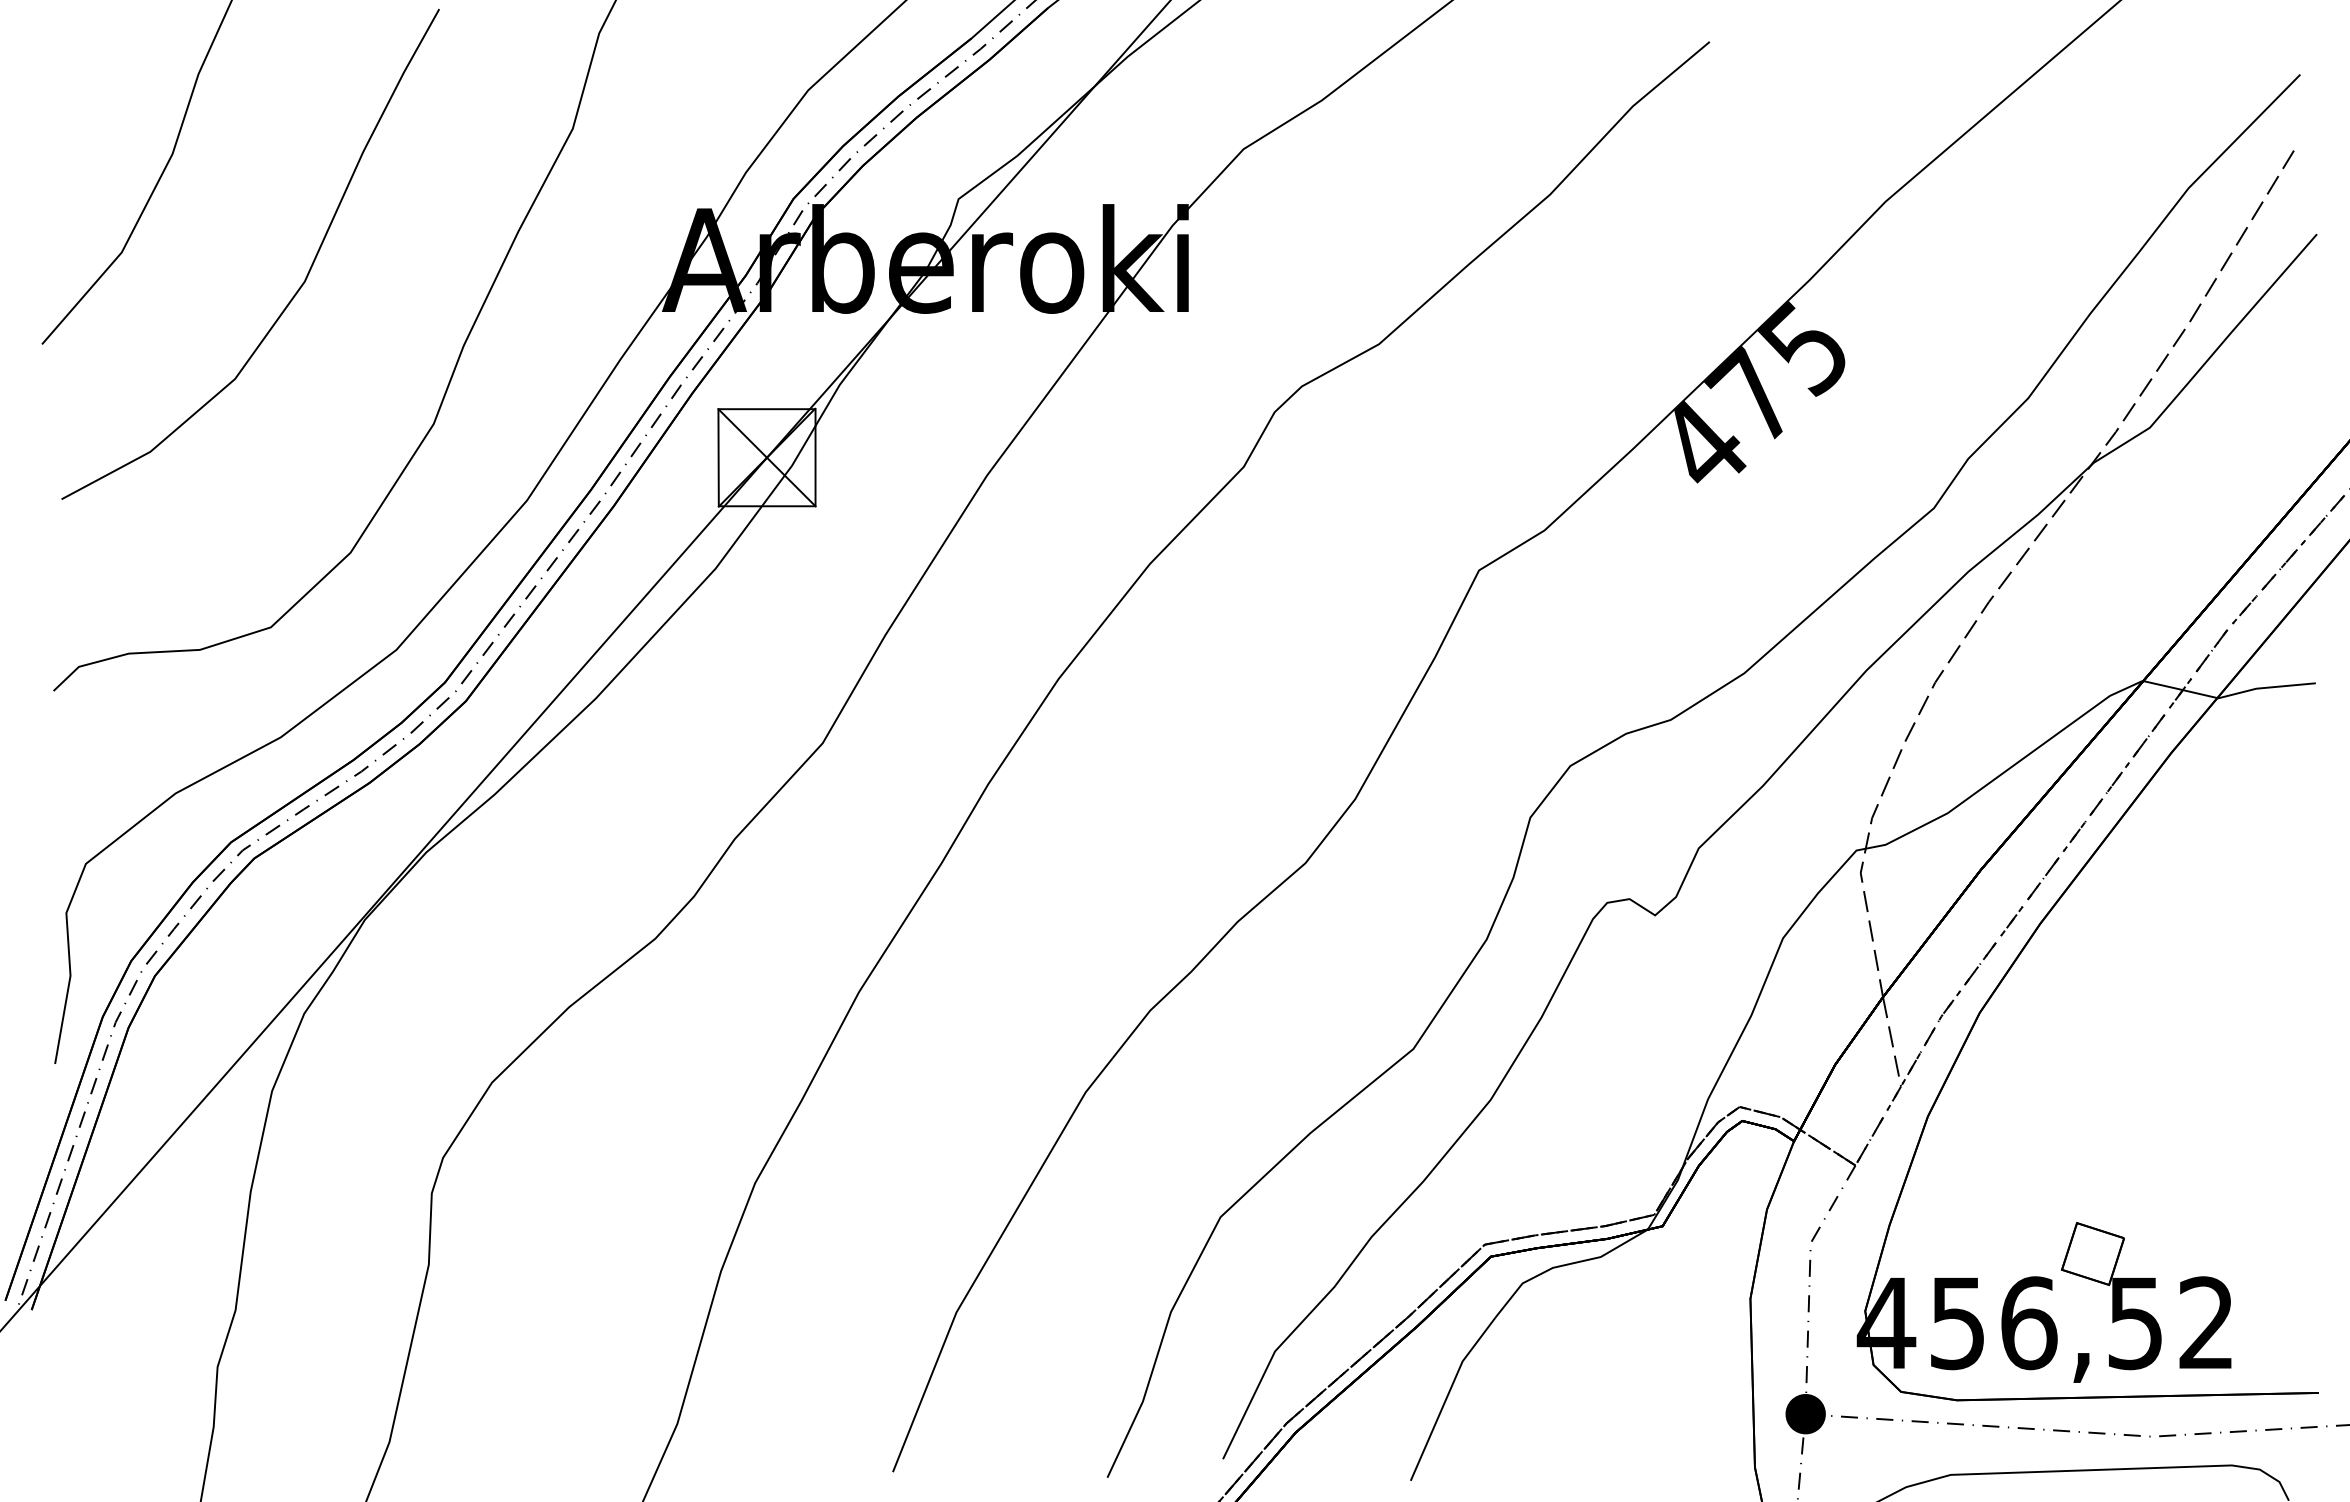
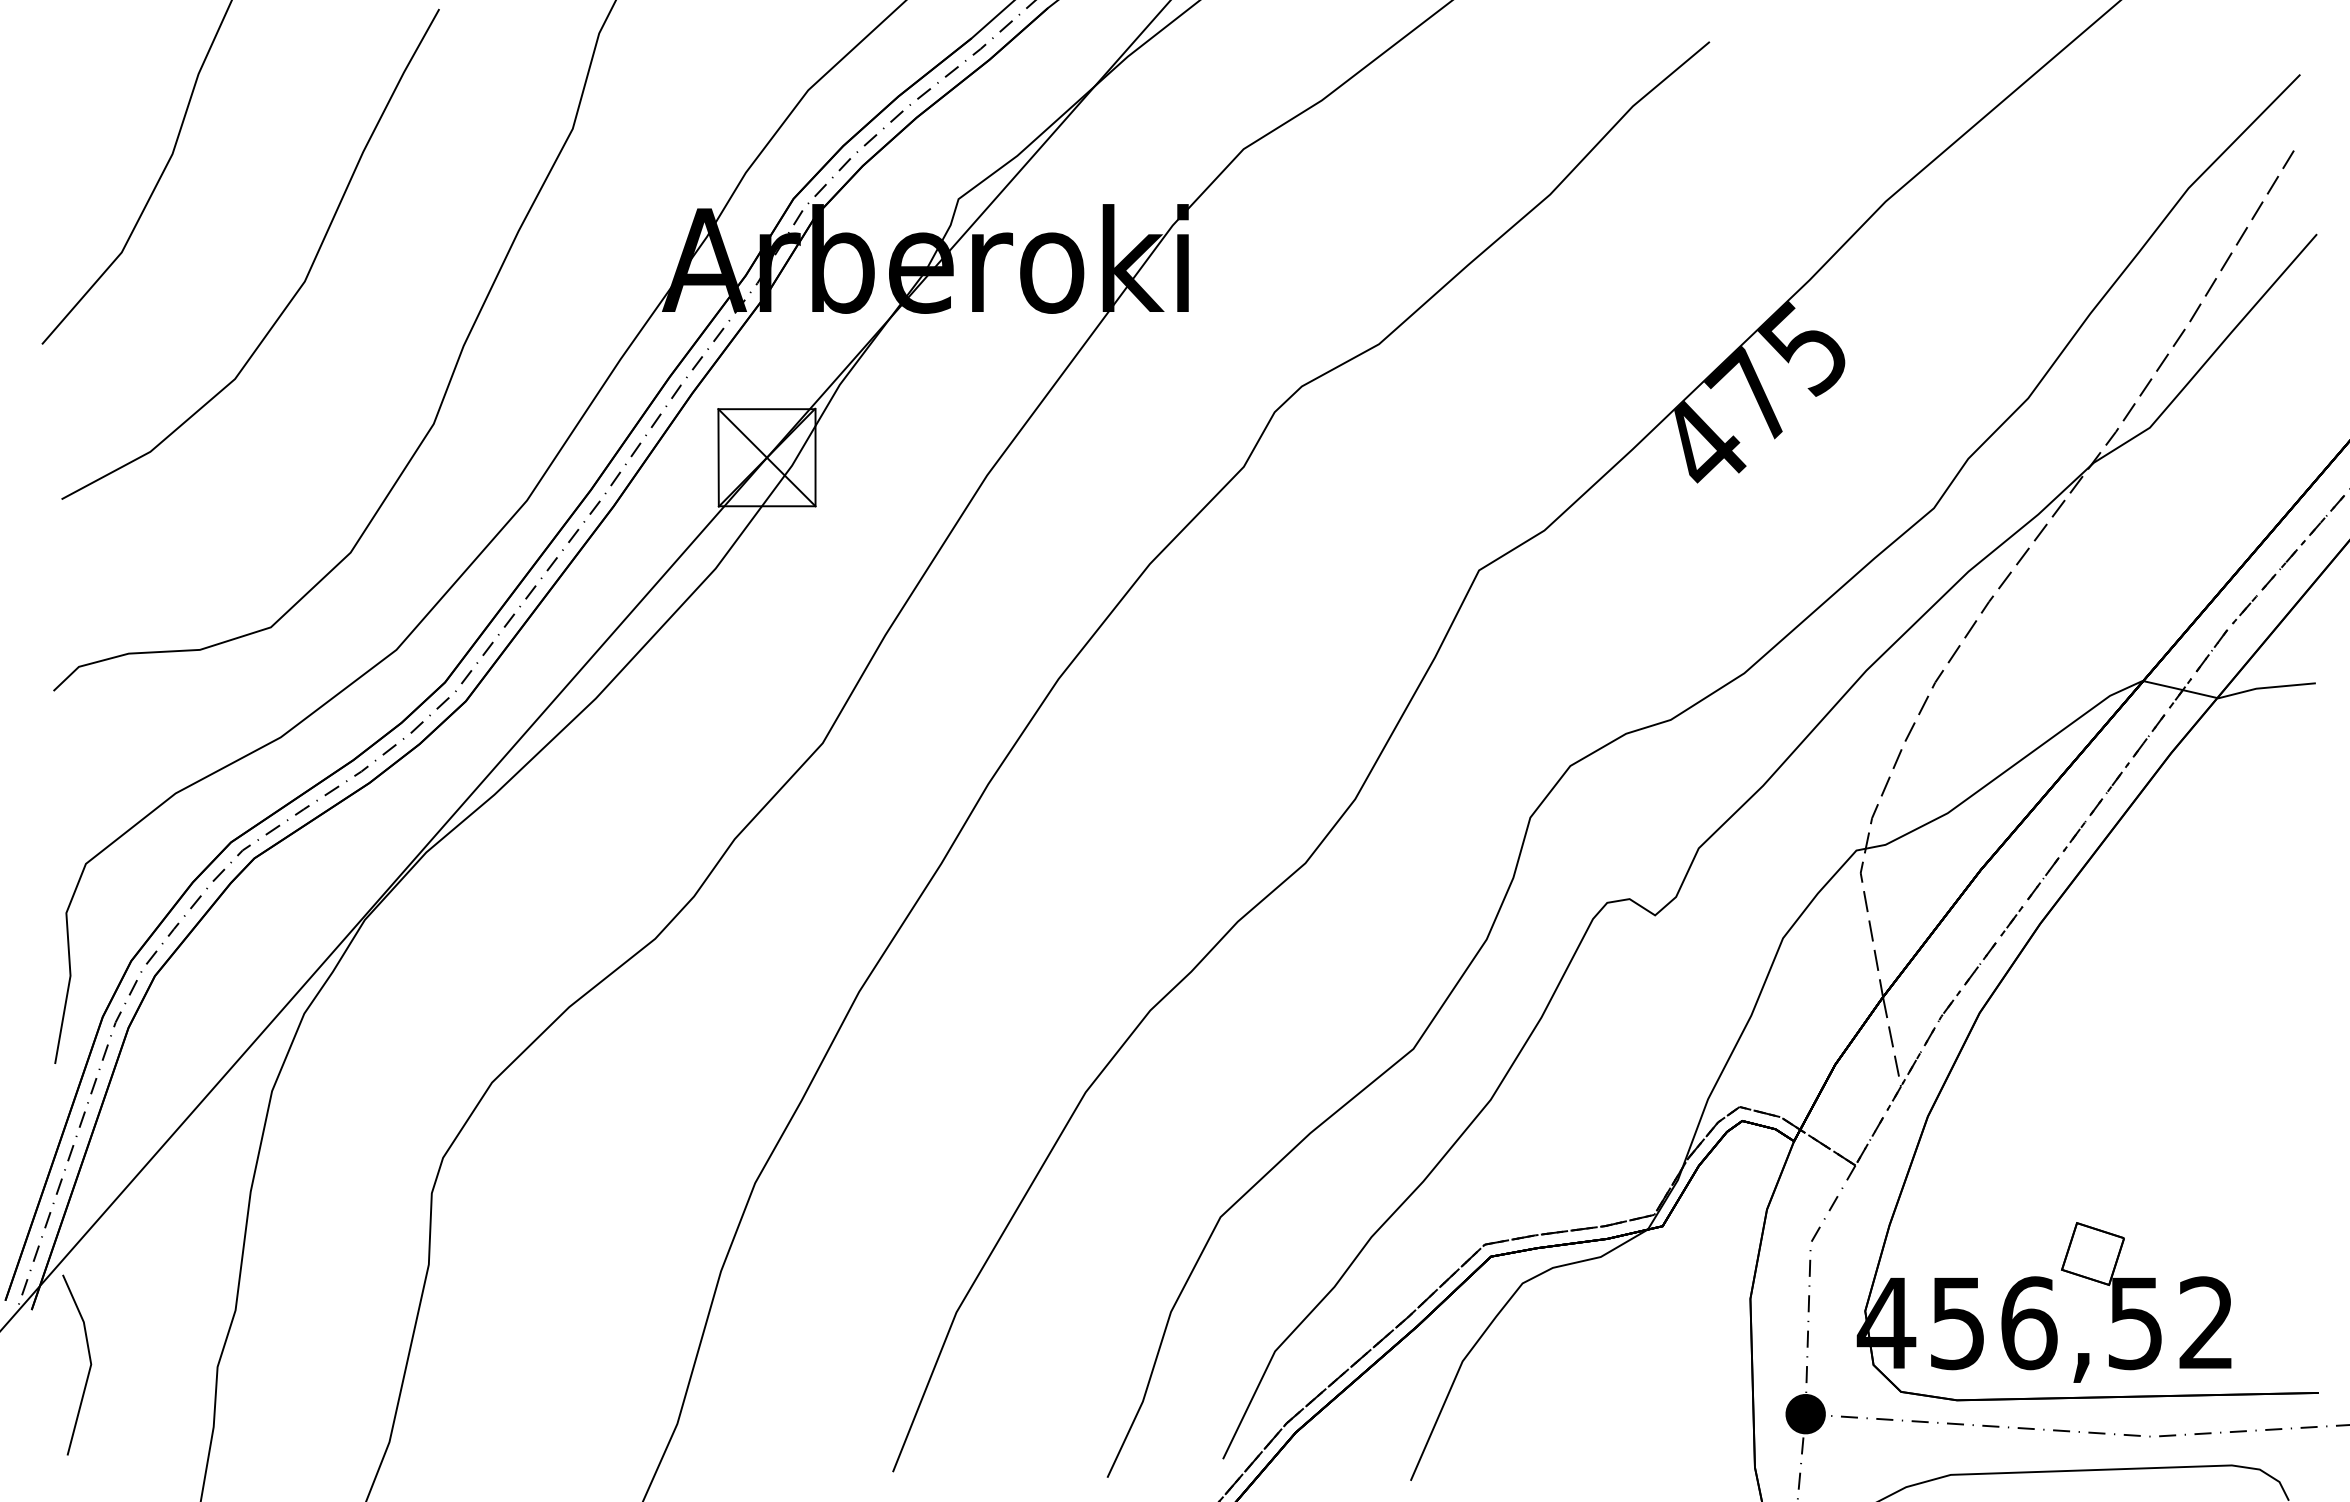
line at (89, 1366): none -> present
